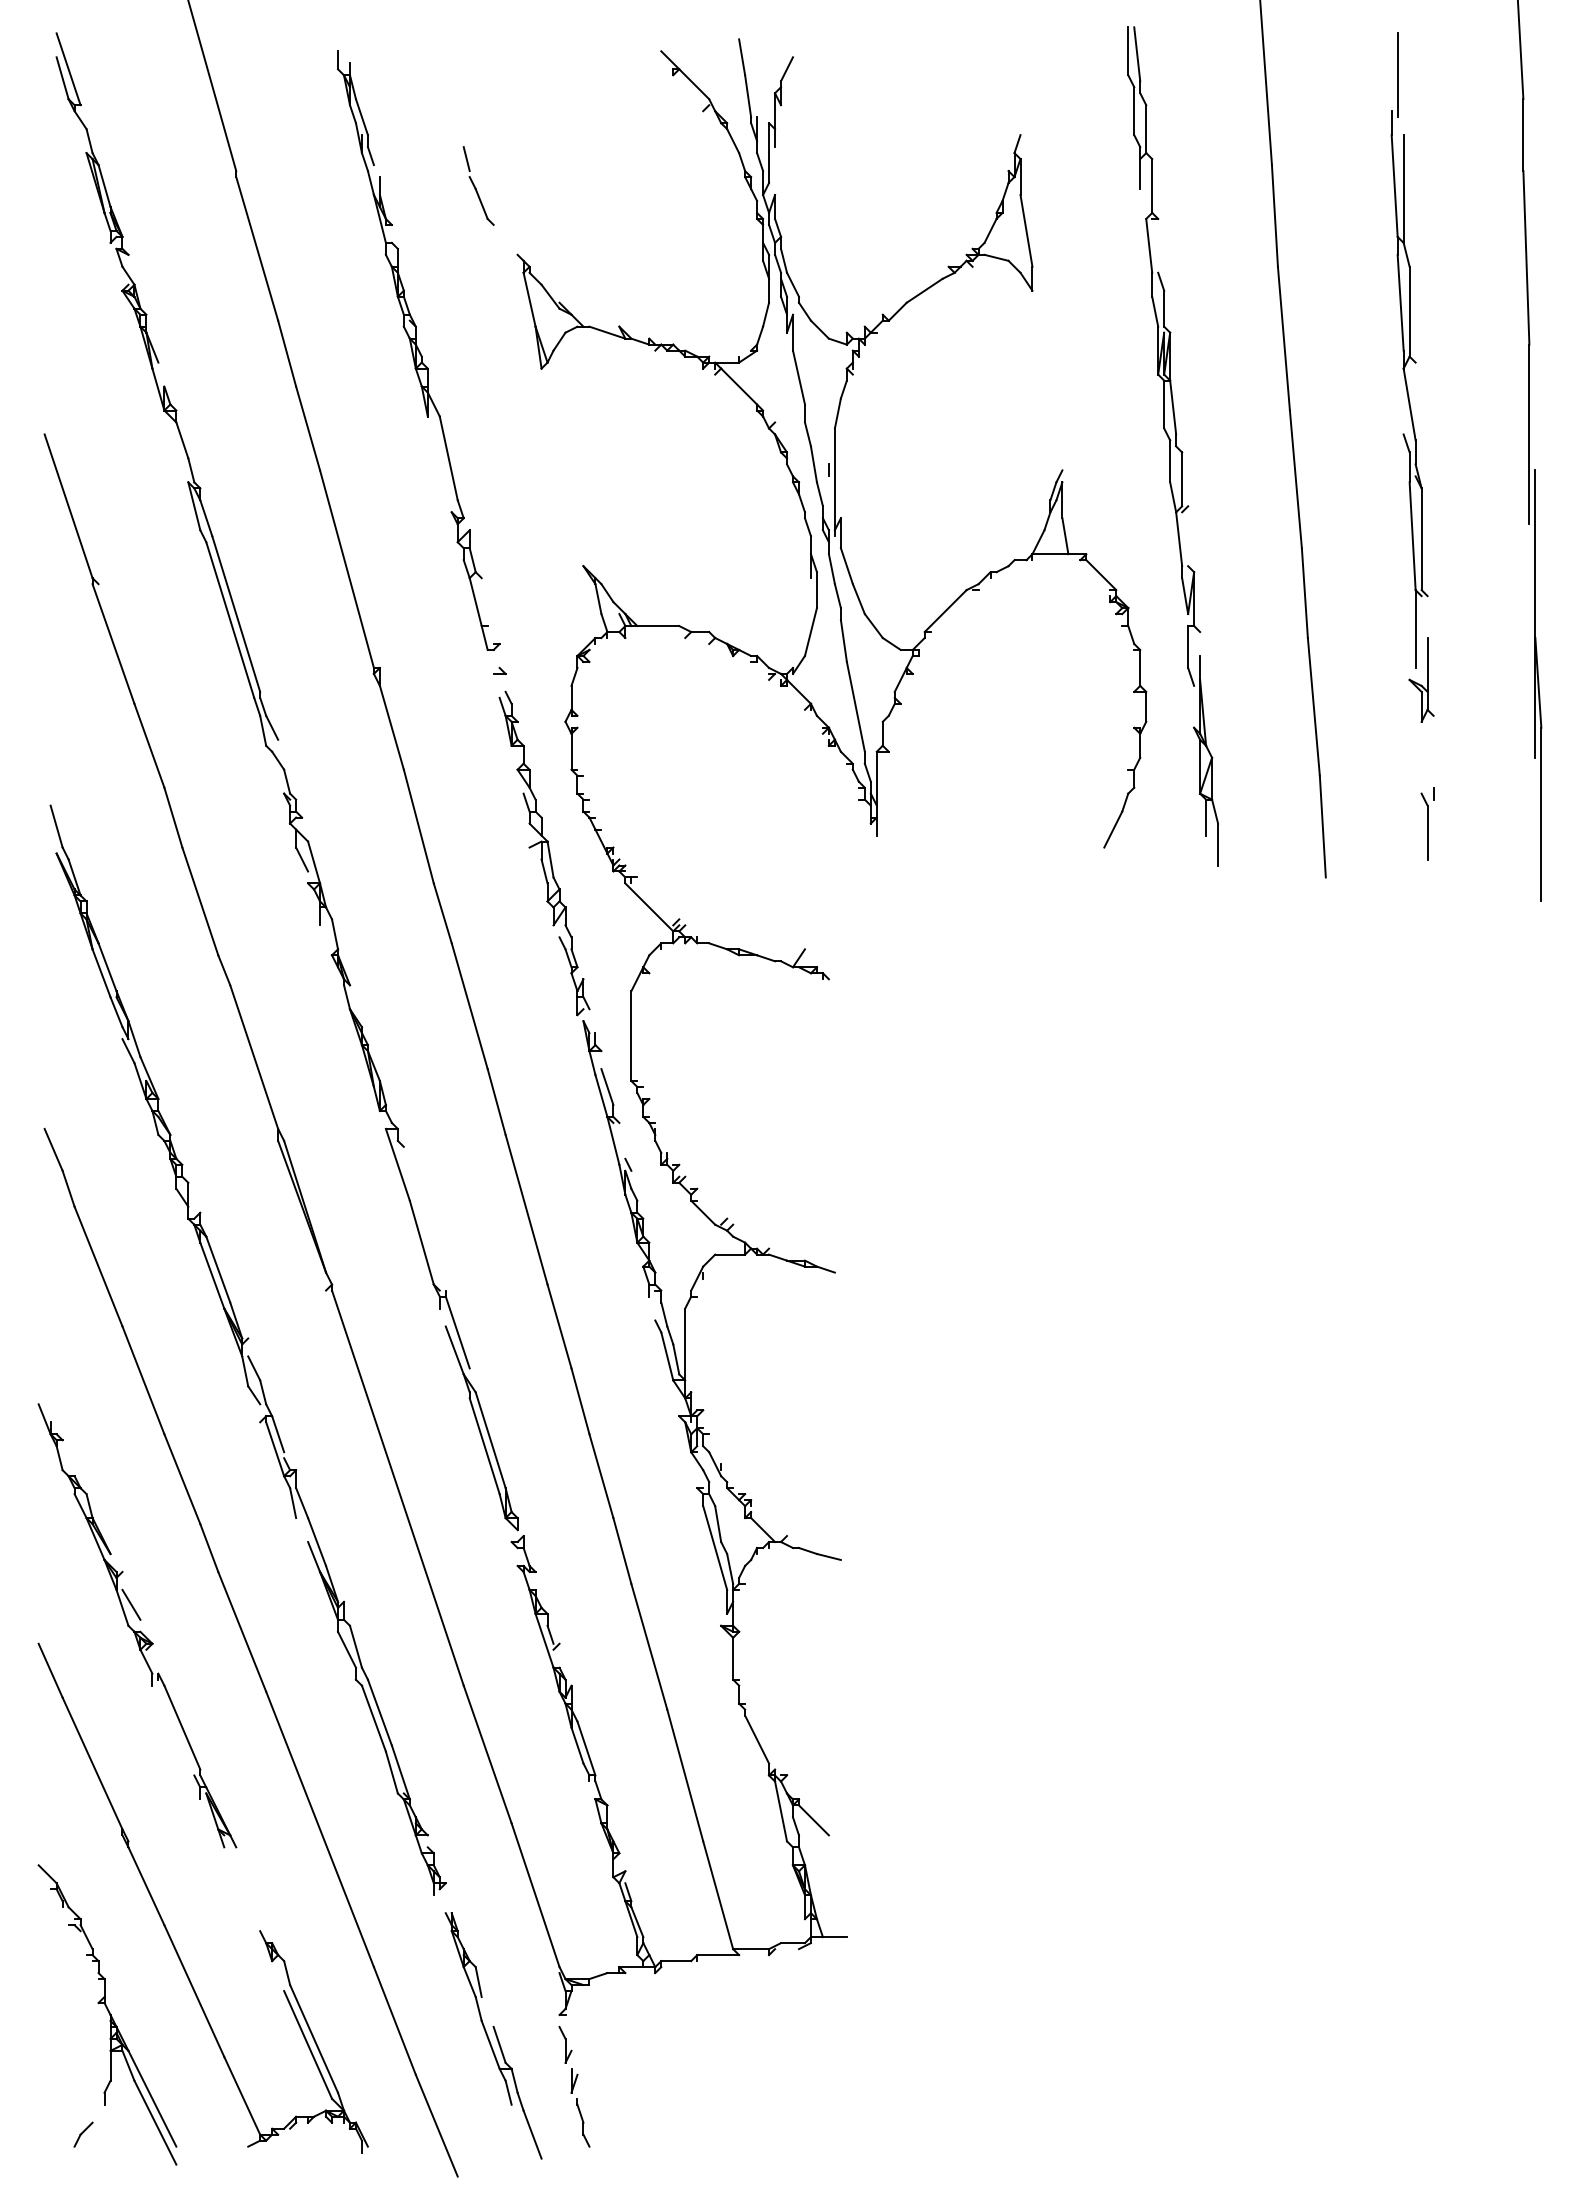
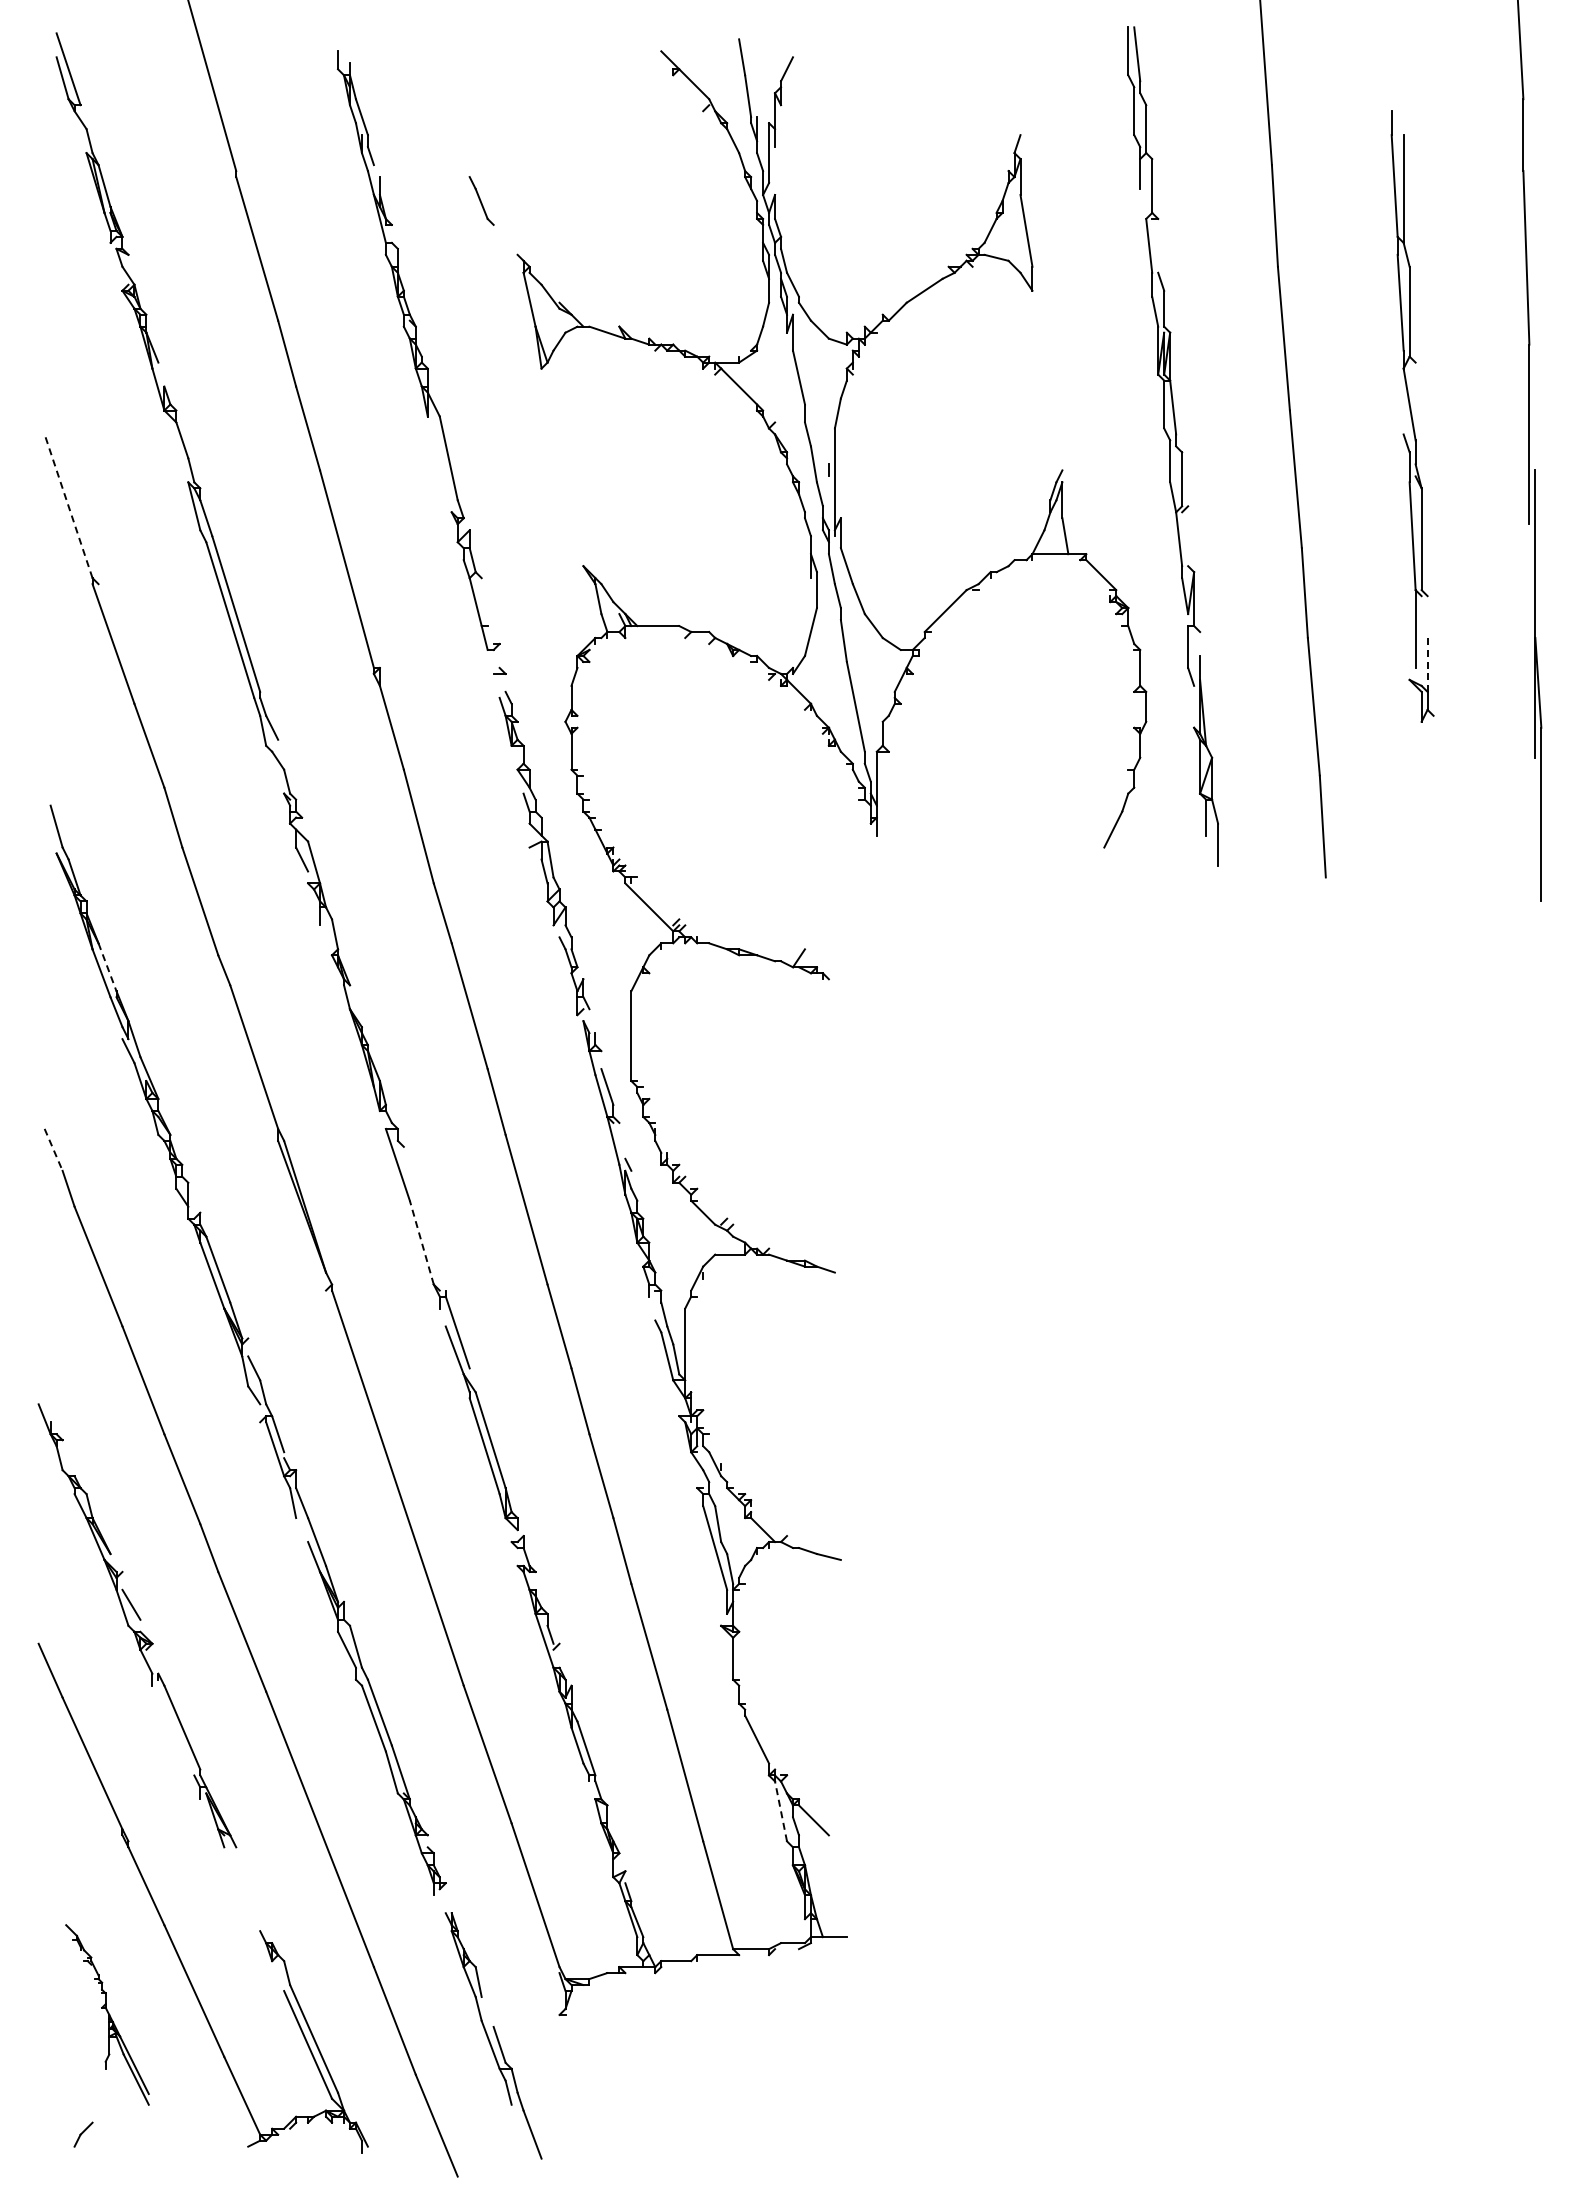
line at (1397, 75): present -> none
line at (466, 159): present -> none
line at (68, 506): solid -> dashed
line at (1427, 664): solid -> dashed
part at (1427, 823): present -> none
line at (107, 967): solid -> dashed
line at (53, 1149): solid -> dashed
line at (421, 1242): solid -> dashed
line at (781, 1811): solid -> dashed
part at (107, 2014) size: 141x302 px -> 85x182 px
part at (574, 2086): present -> none
